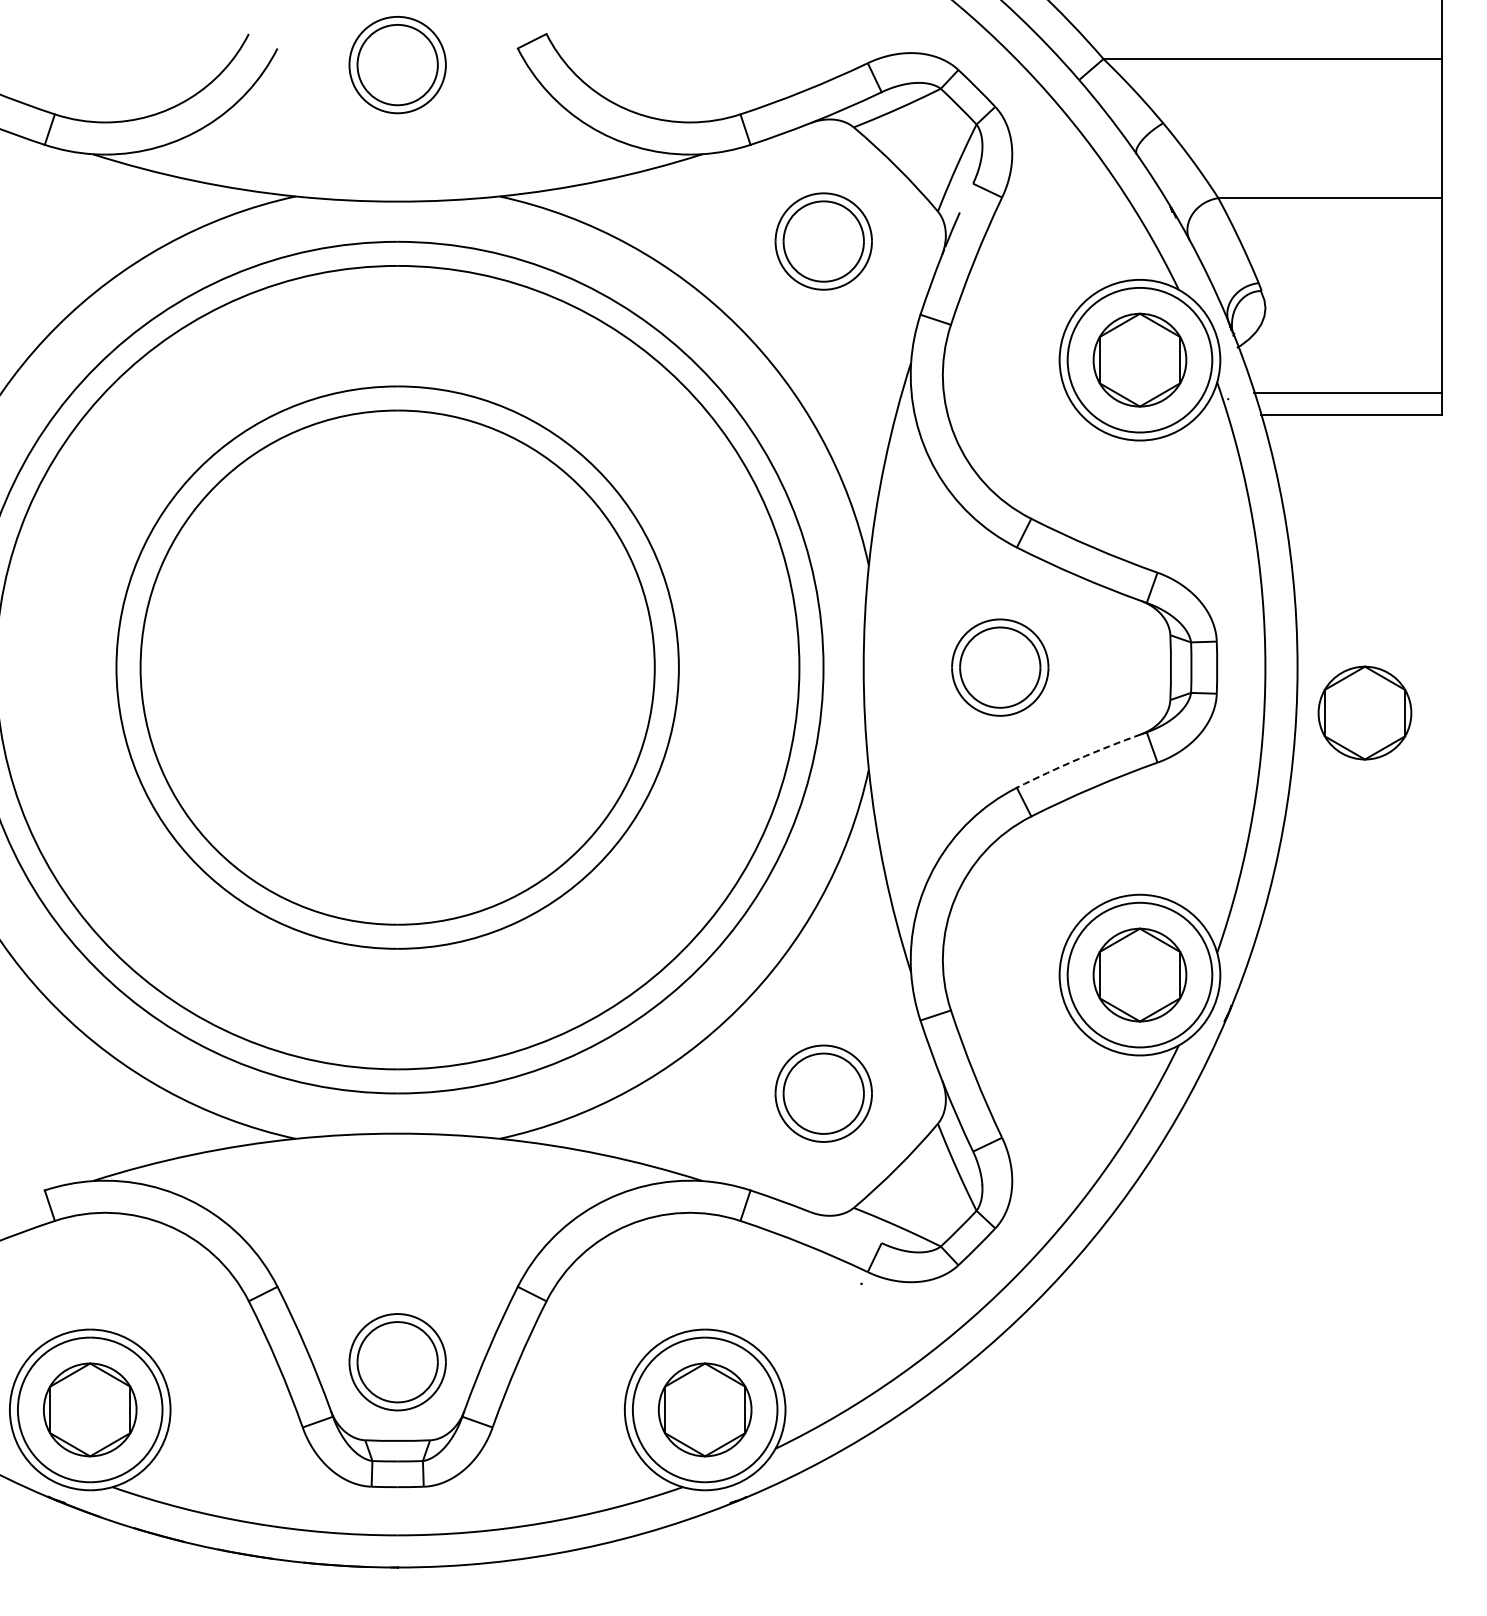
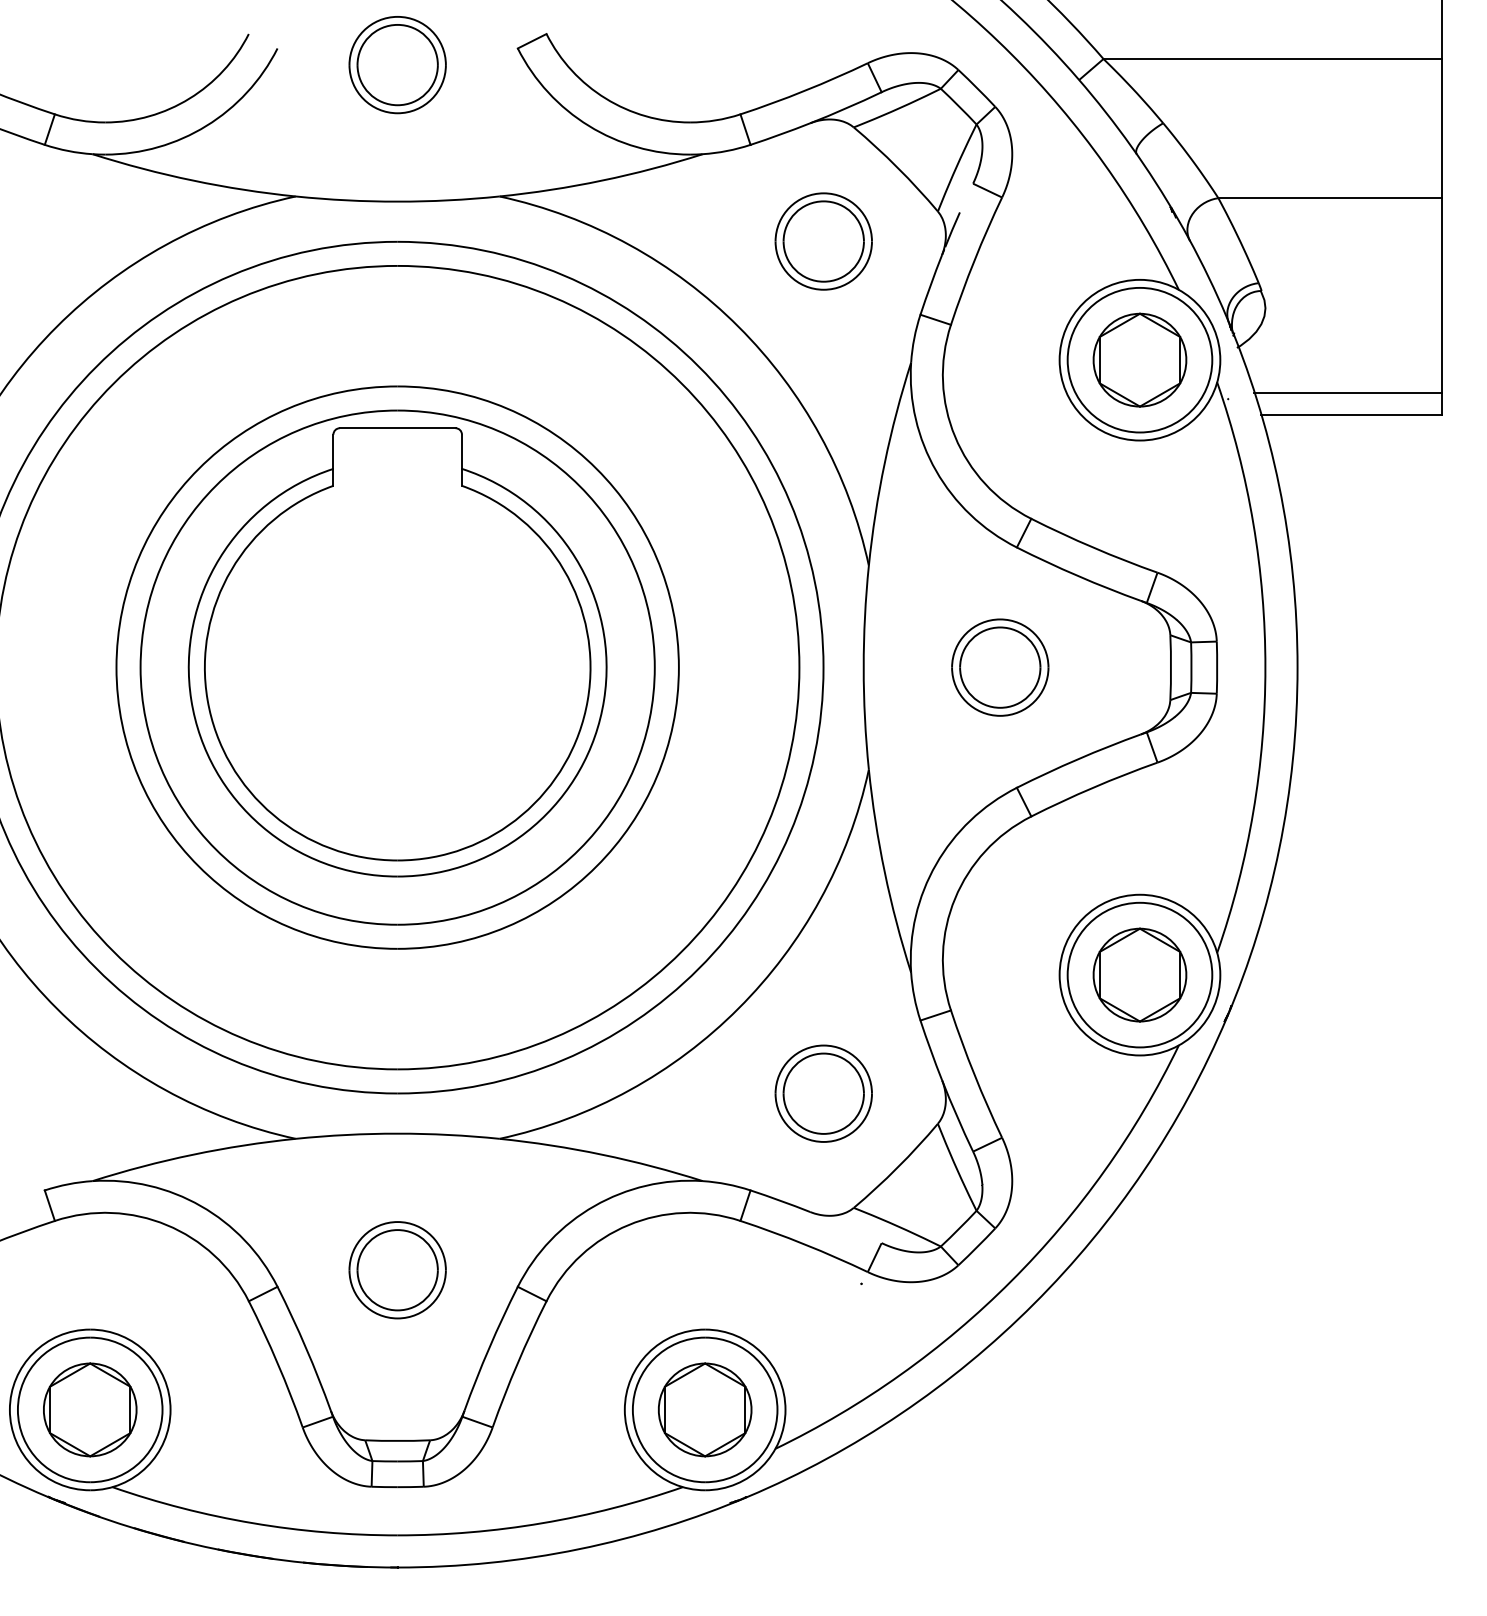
part at (397, 652): none -> present
part at (1364, 712): present -> none
arc at (1078, 759): dashed -> solid
part at (397, 1362) position: (397, 1362) -> (397, 1270)
